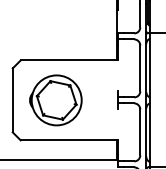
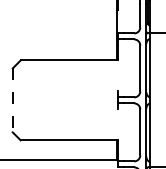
line at (12, 100): solid -> dashed
part at (55, 100): present -> none
